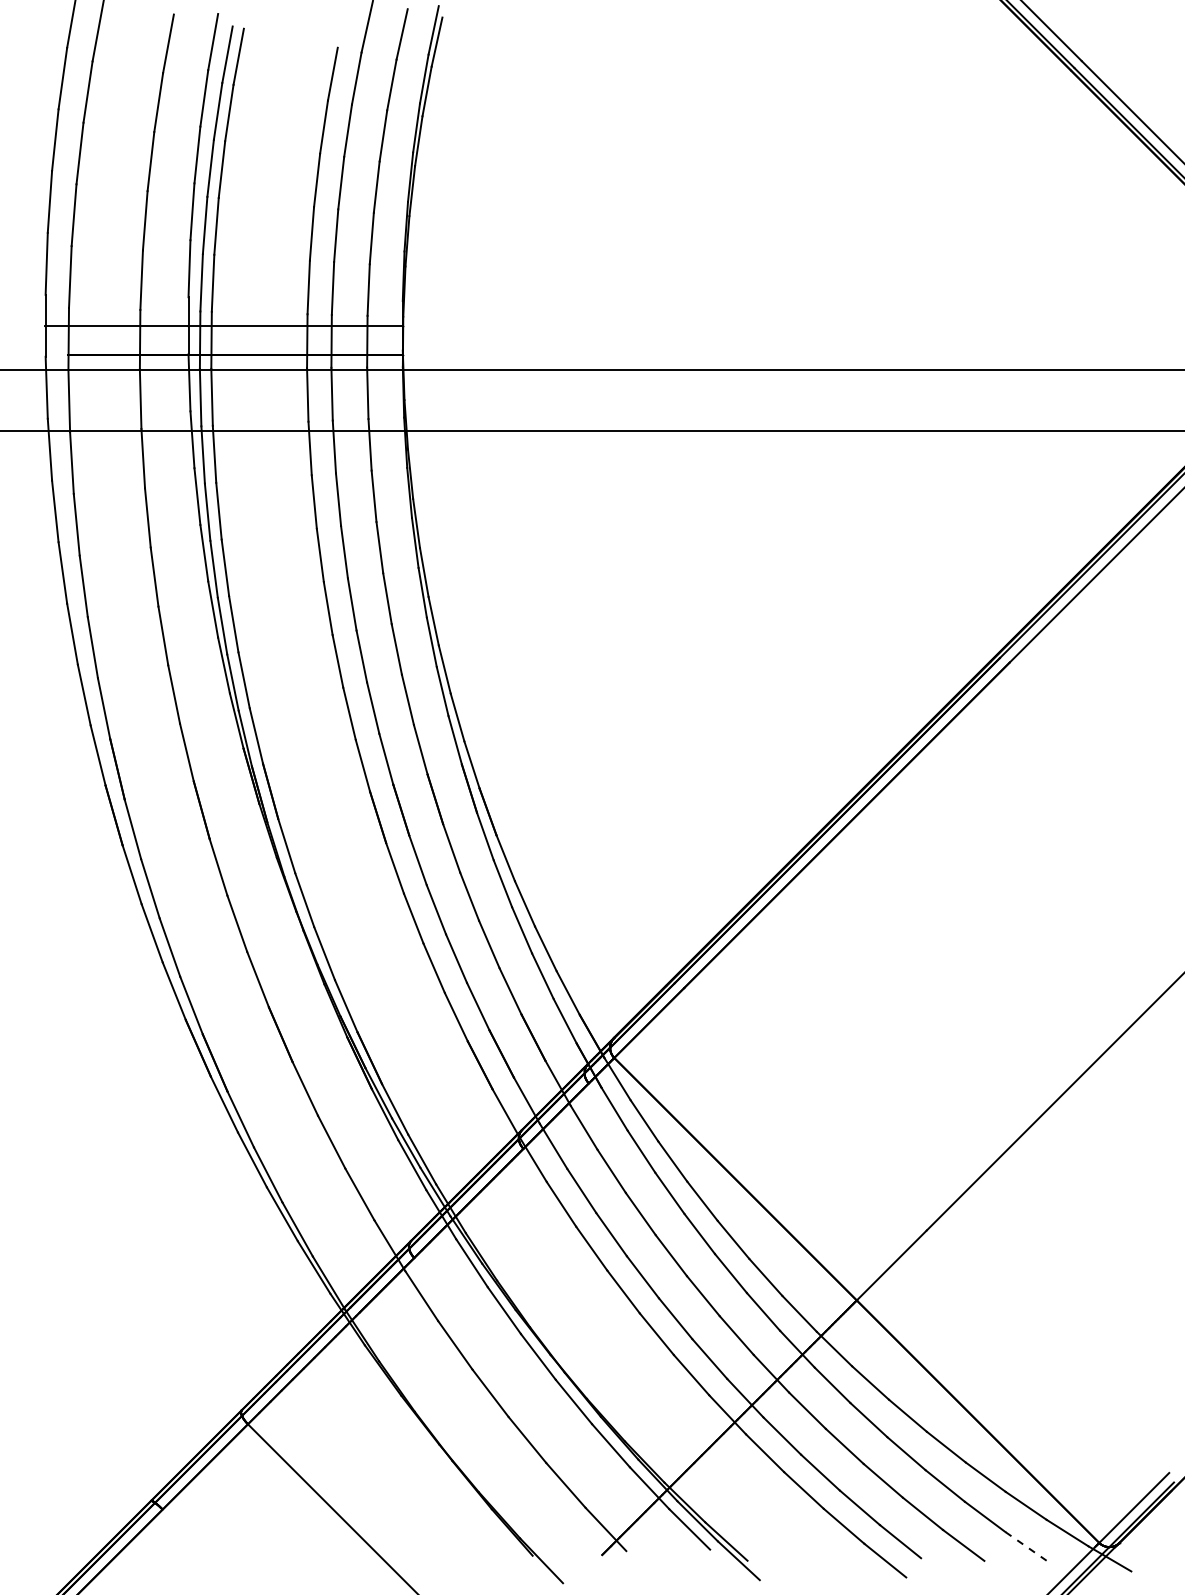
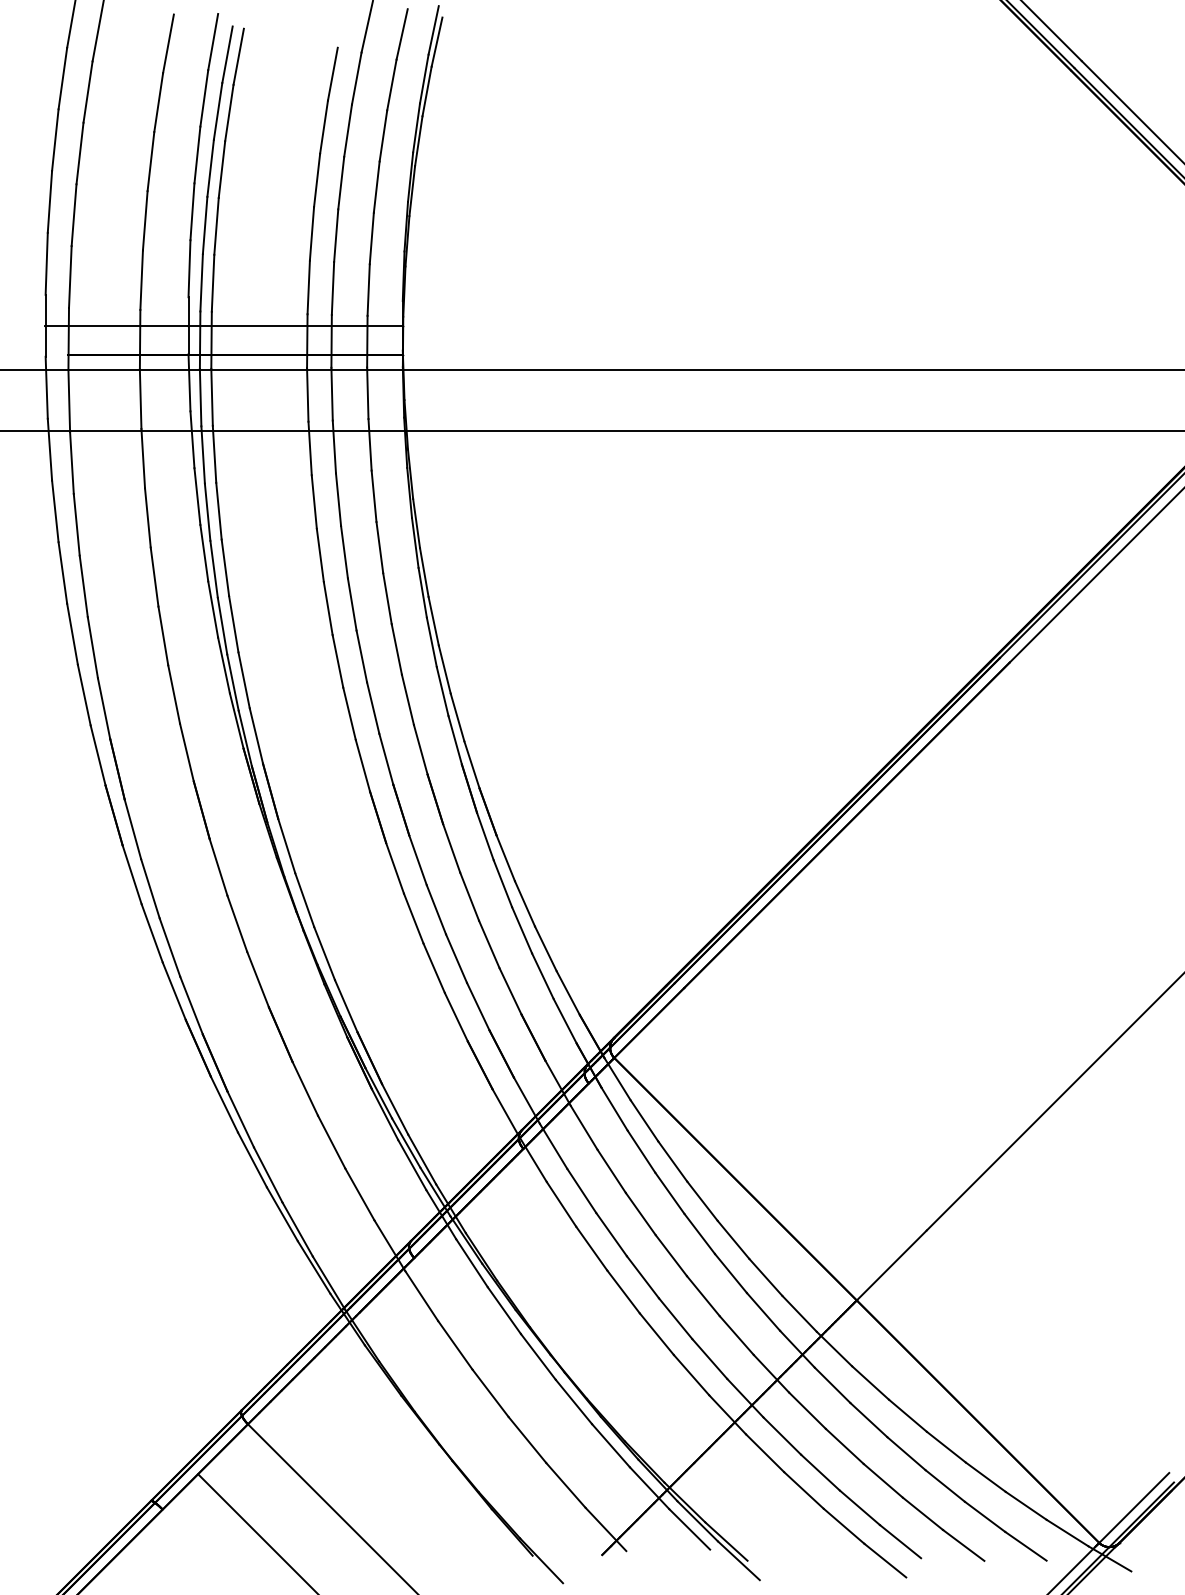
line at (256, 1532): none -> present
line at (1025, 1546): dashed -> solid
